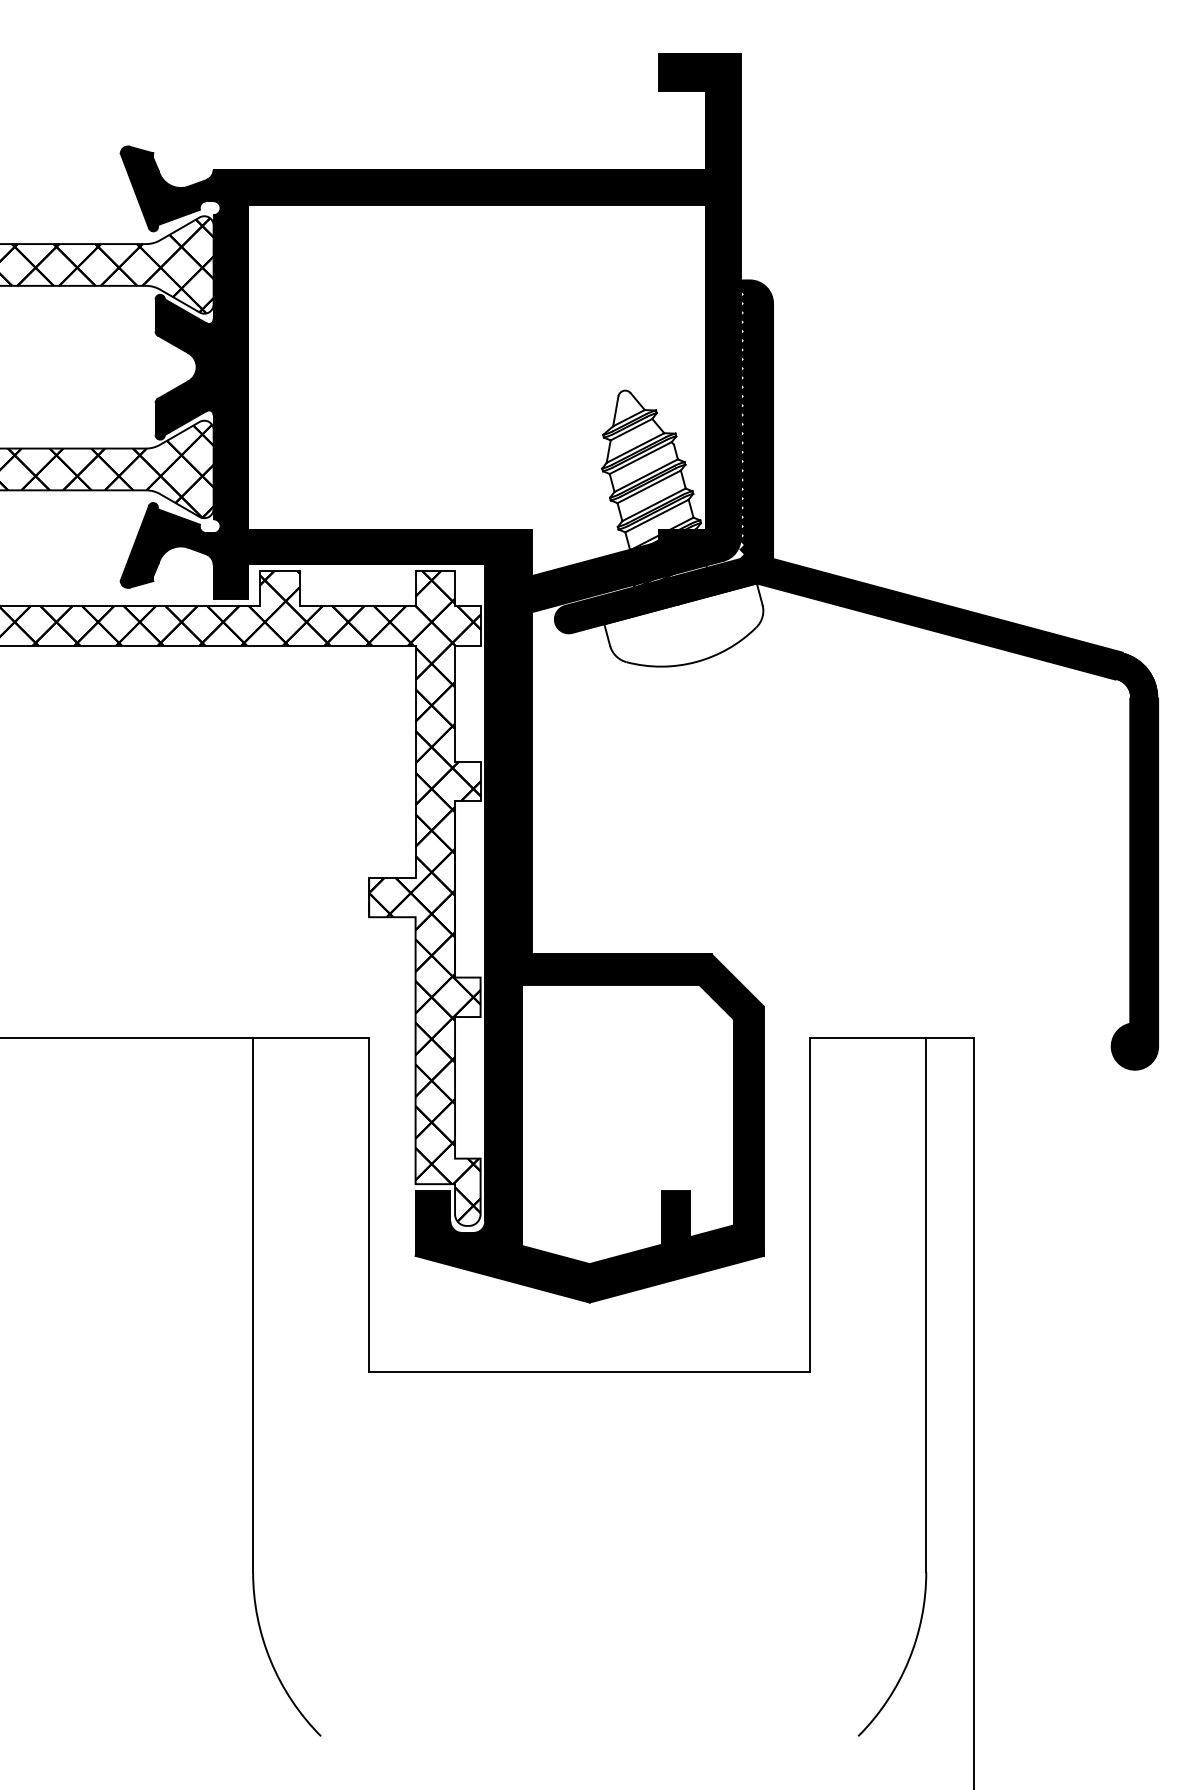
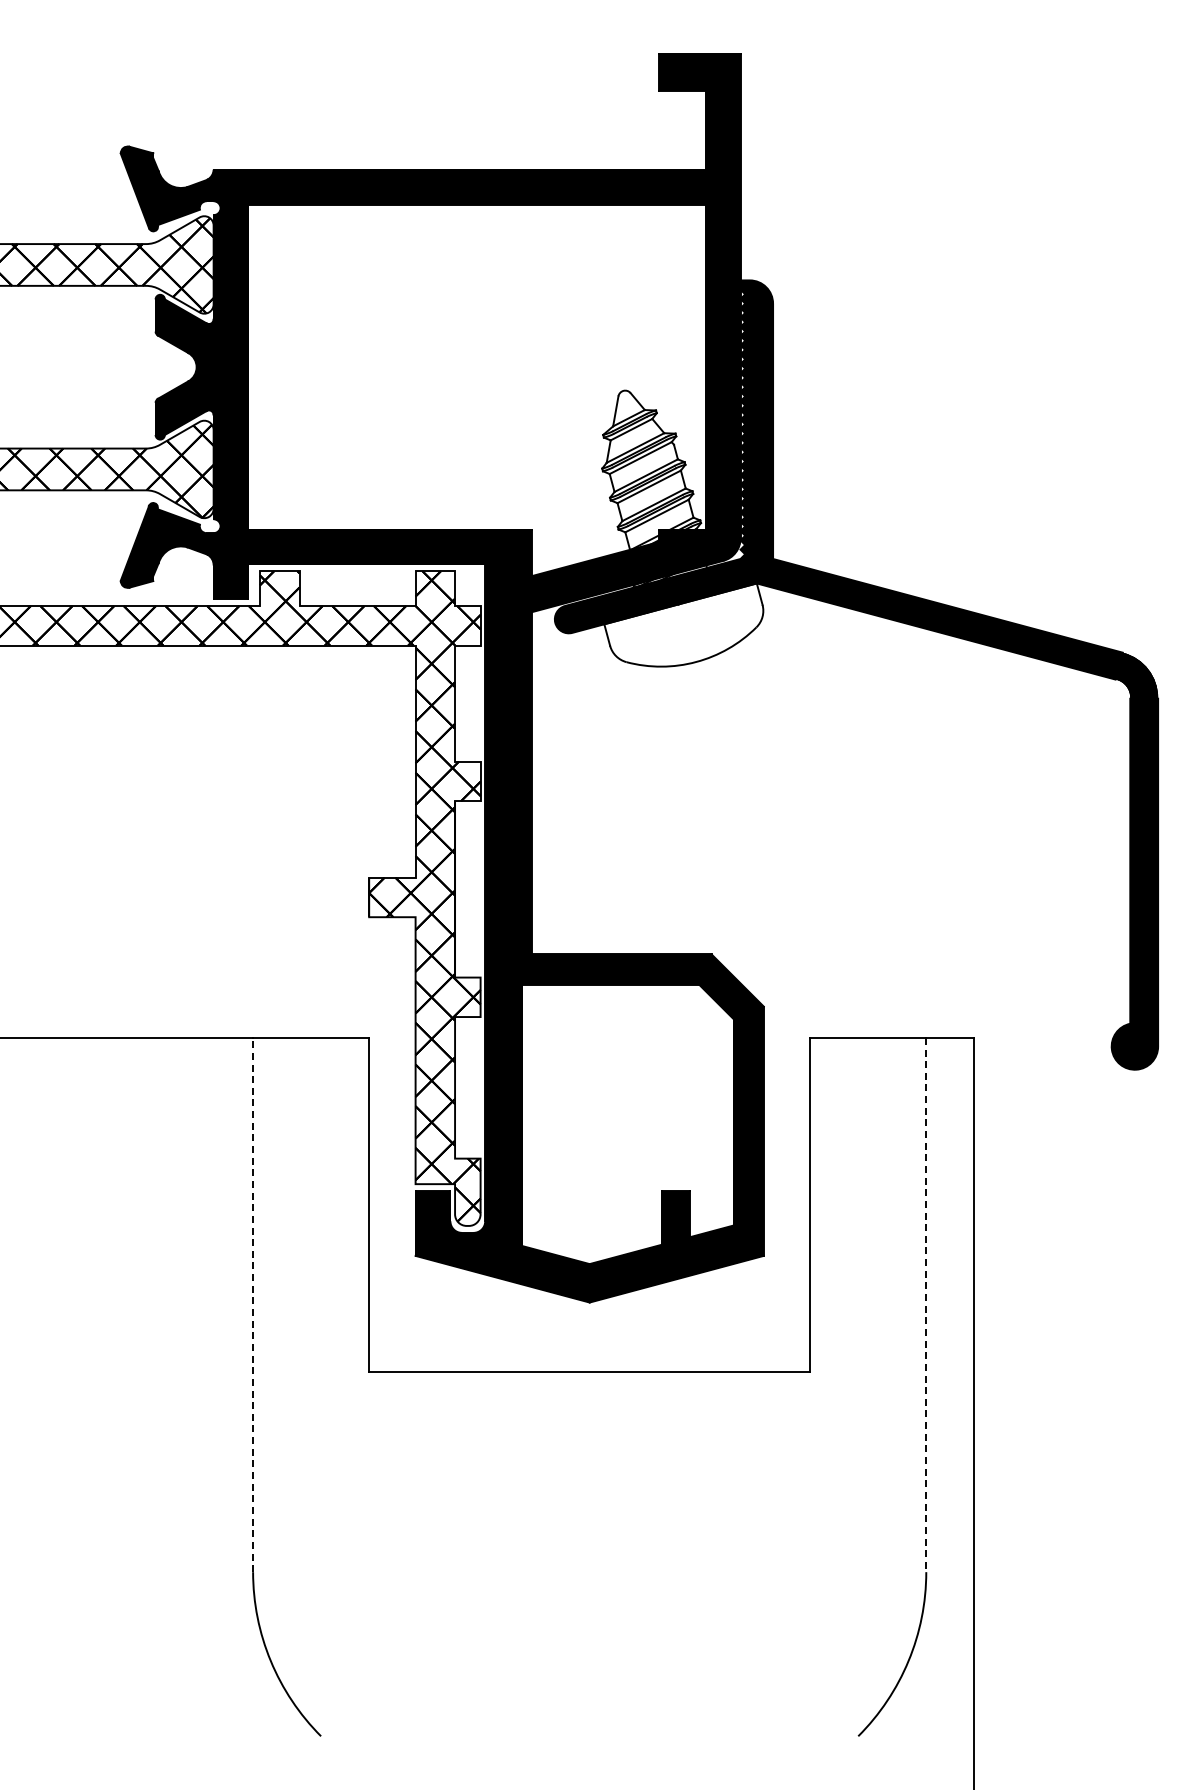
line at (253, 1304): solid -> dashed
line at (926, 1305): solid -> dashed
